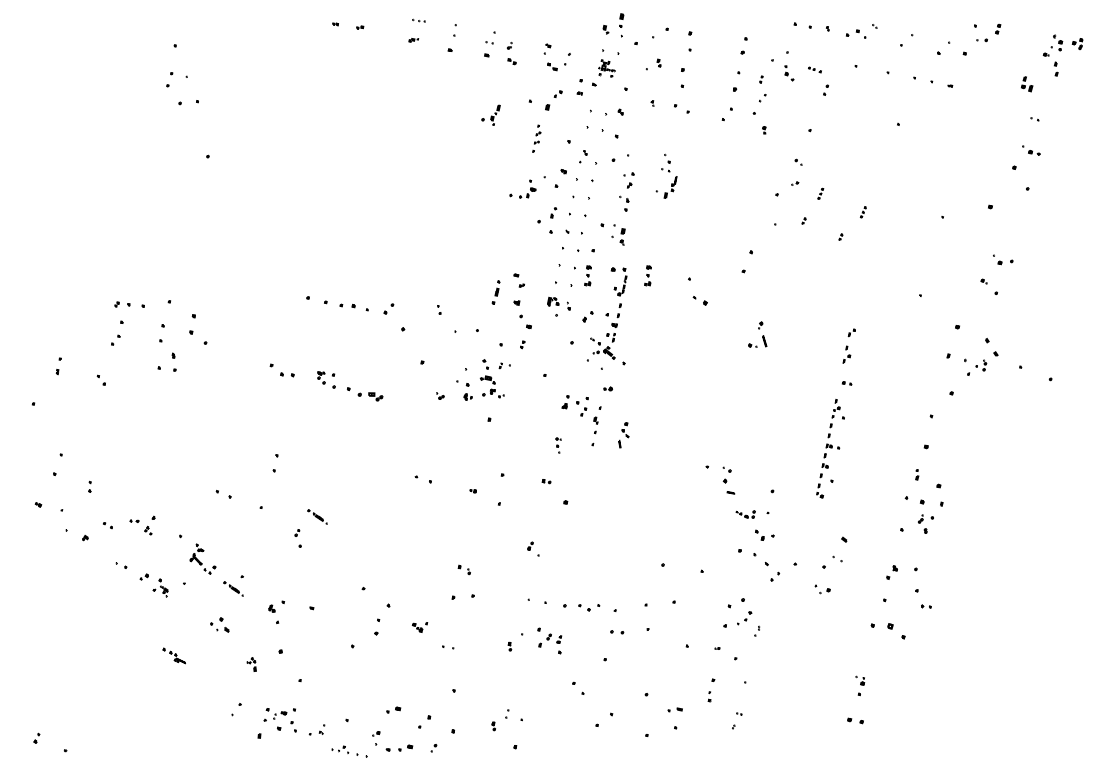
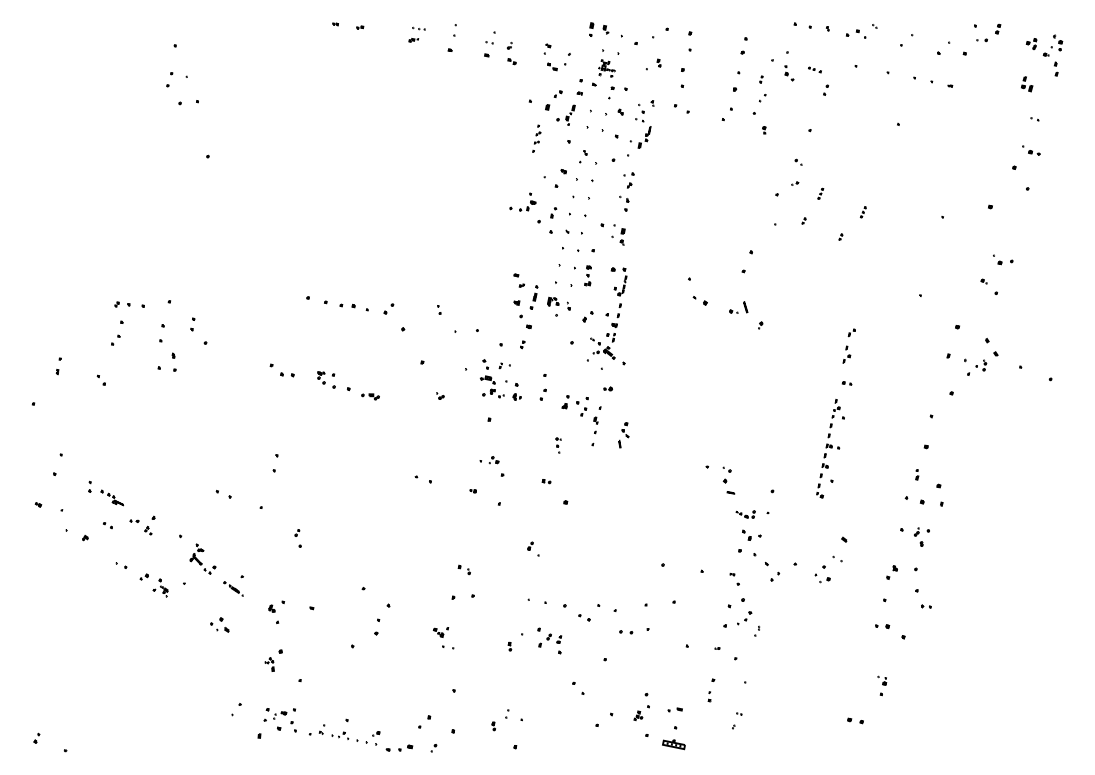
part at (418, 20) position: (418, 20) -> (418, 28)
part at (621, 20) position: (621, 20) -> (591, 29)
part at (1077, 44) position: (1077, 44) -> (1031, 44)
part at (611, 92): none -> present
part at (490, 114) position: (490, 114) -> (565, 114)
part at (666, 175) position: (666, 175) -> (640, 125)
part at (526, 193) position: (526, 193) -> (526, 206)
part at (647, 275): present -> none
part at (495, 292) position: (495, 292) -> (533, 297)
part at (192, 324) size: 7x21 px -> 6x15 px
part at (757, 341) position: (757, 341) -> (738, 307)
part at (464, 390) position: (464, 390) -> (513, 390)
part at (542, 394): none -> present
part at (370, 396) size: 27x10 px -> 19x8 px
part at (489, 460): none -> present
part at (317, 516): present -> none
part at (925, 523) position: (925, 523) -> (921, 536)
part at (764, 534) position: (764, 534) -> (751, 534)
part at (734, 579): none -> present
part at (822, 589) position: (822, 589) -> (822, 578)
part at (584, 607) position: (584, 607) -> (584, 617)
part at (881, 626) size: 24x7 px -> 16x6 px
part at (420, 627) position: (420, 627) -> (441, 632)
part at (617, 632) position: (617, 632) -> (626, 632)
part at (173, 655) position: (173, 655) -> (111, 497)
part at (251, 664) position: (251, 664) -> (269, 664)
part at (860, 685) position: (860, 685) -> (882, 685)
part at (393, 709): present -> none
part at (641, 712): none -> present
part at (673, 744): none -> present
part at (349, 751) position: (349, 751) -> (349, 737)
